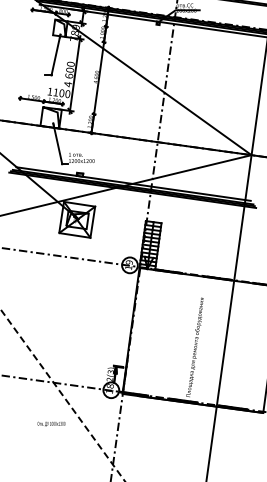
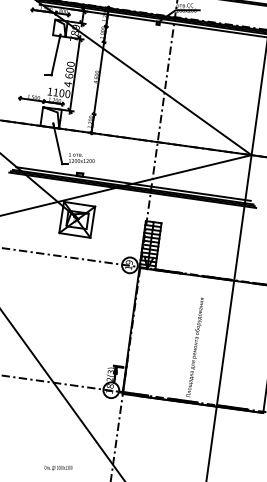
line at (62, 395): dashed -> solid
text at (51, 423) position: (51, 423) -> (58, 467)
